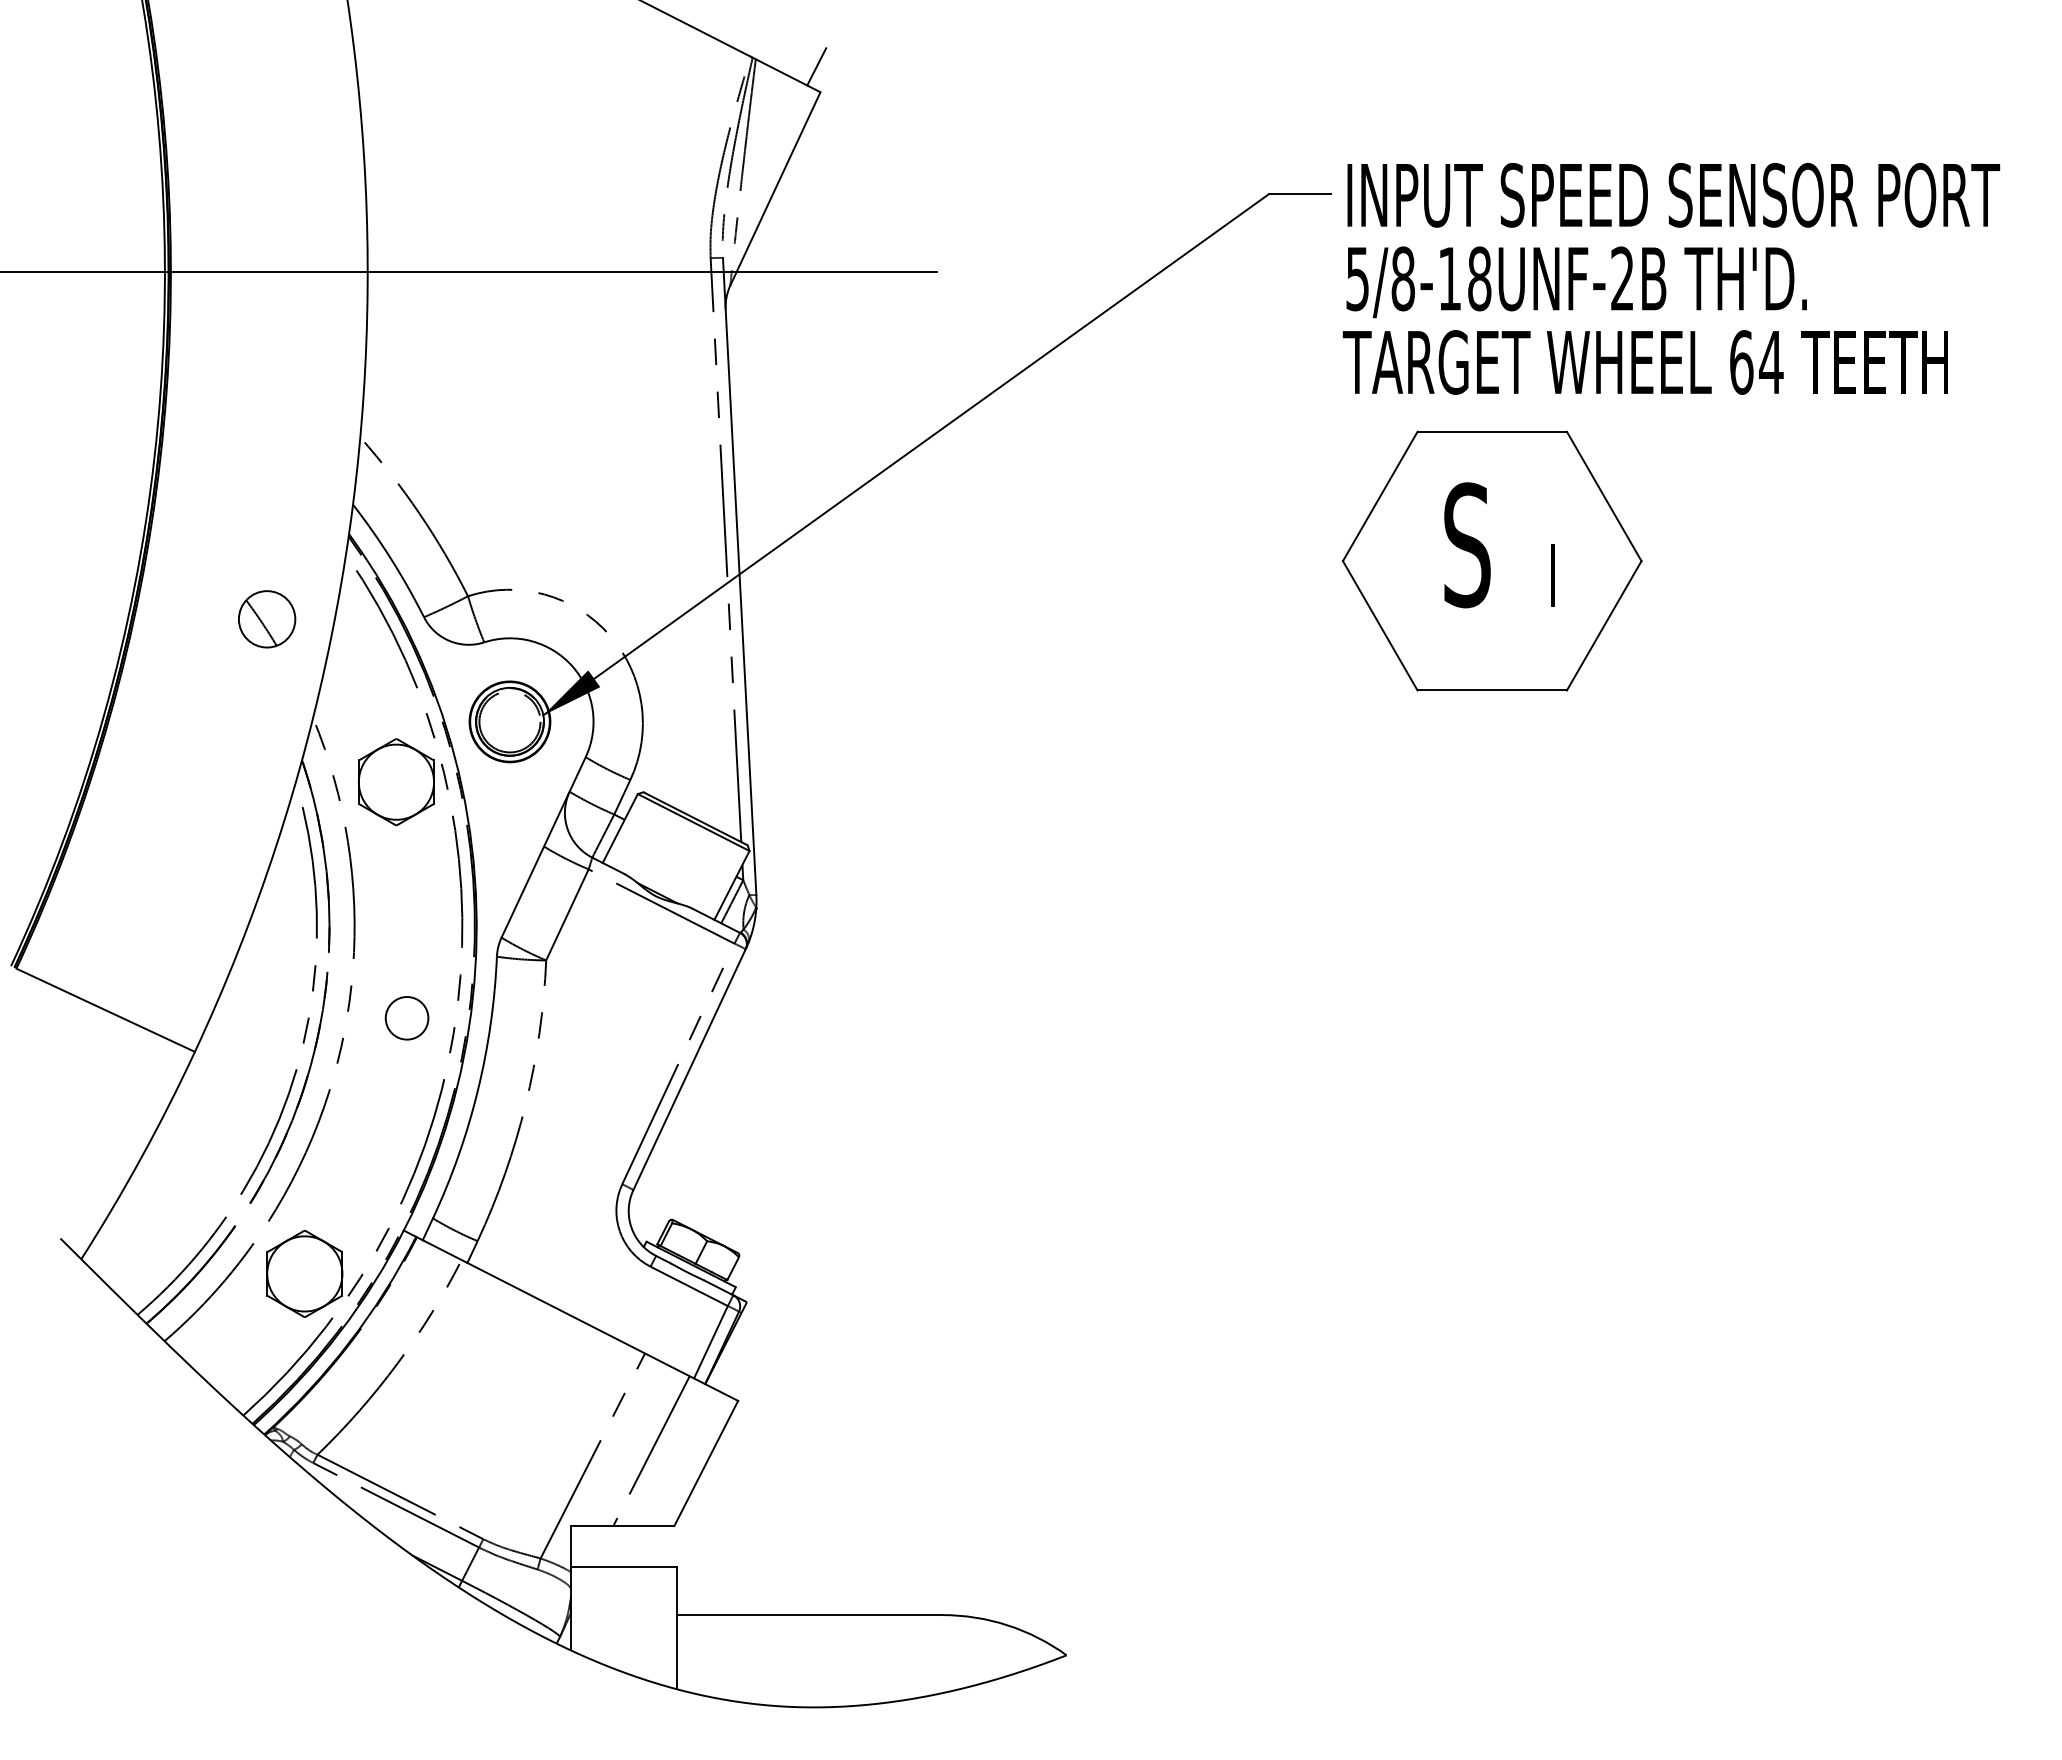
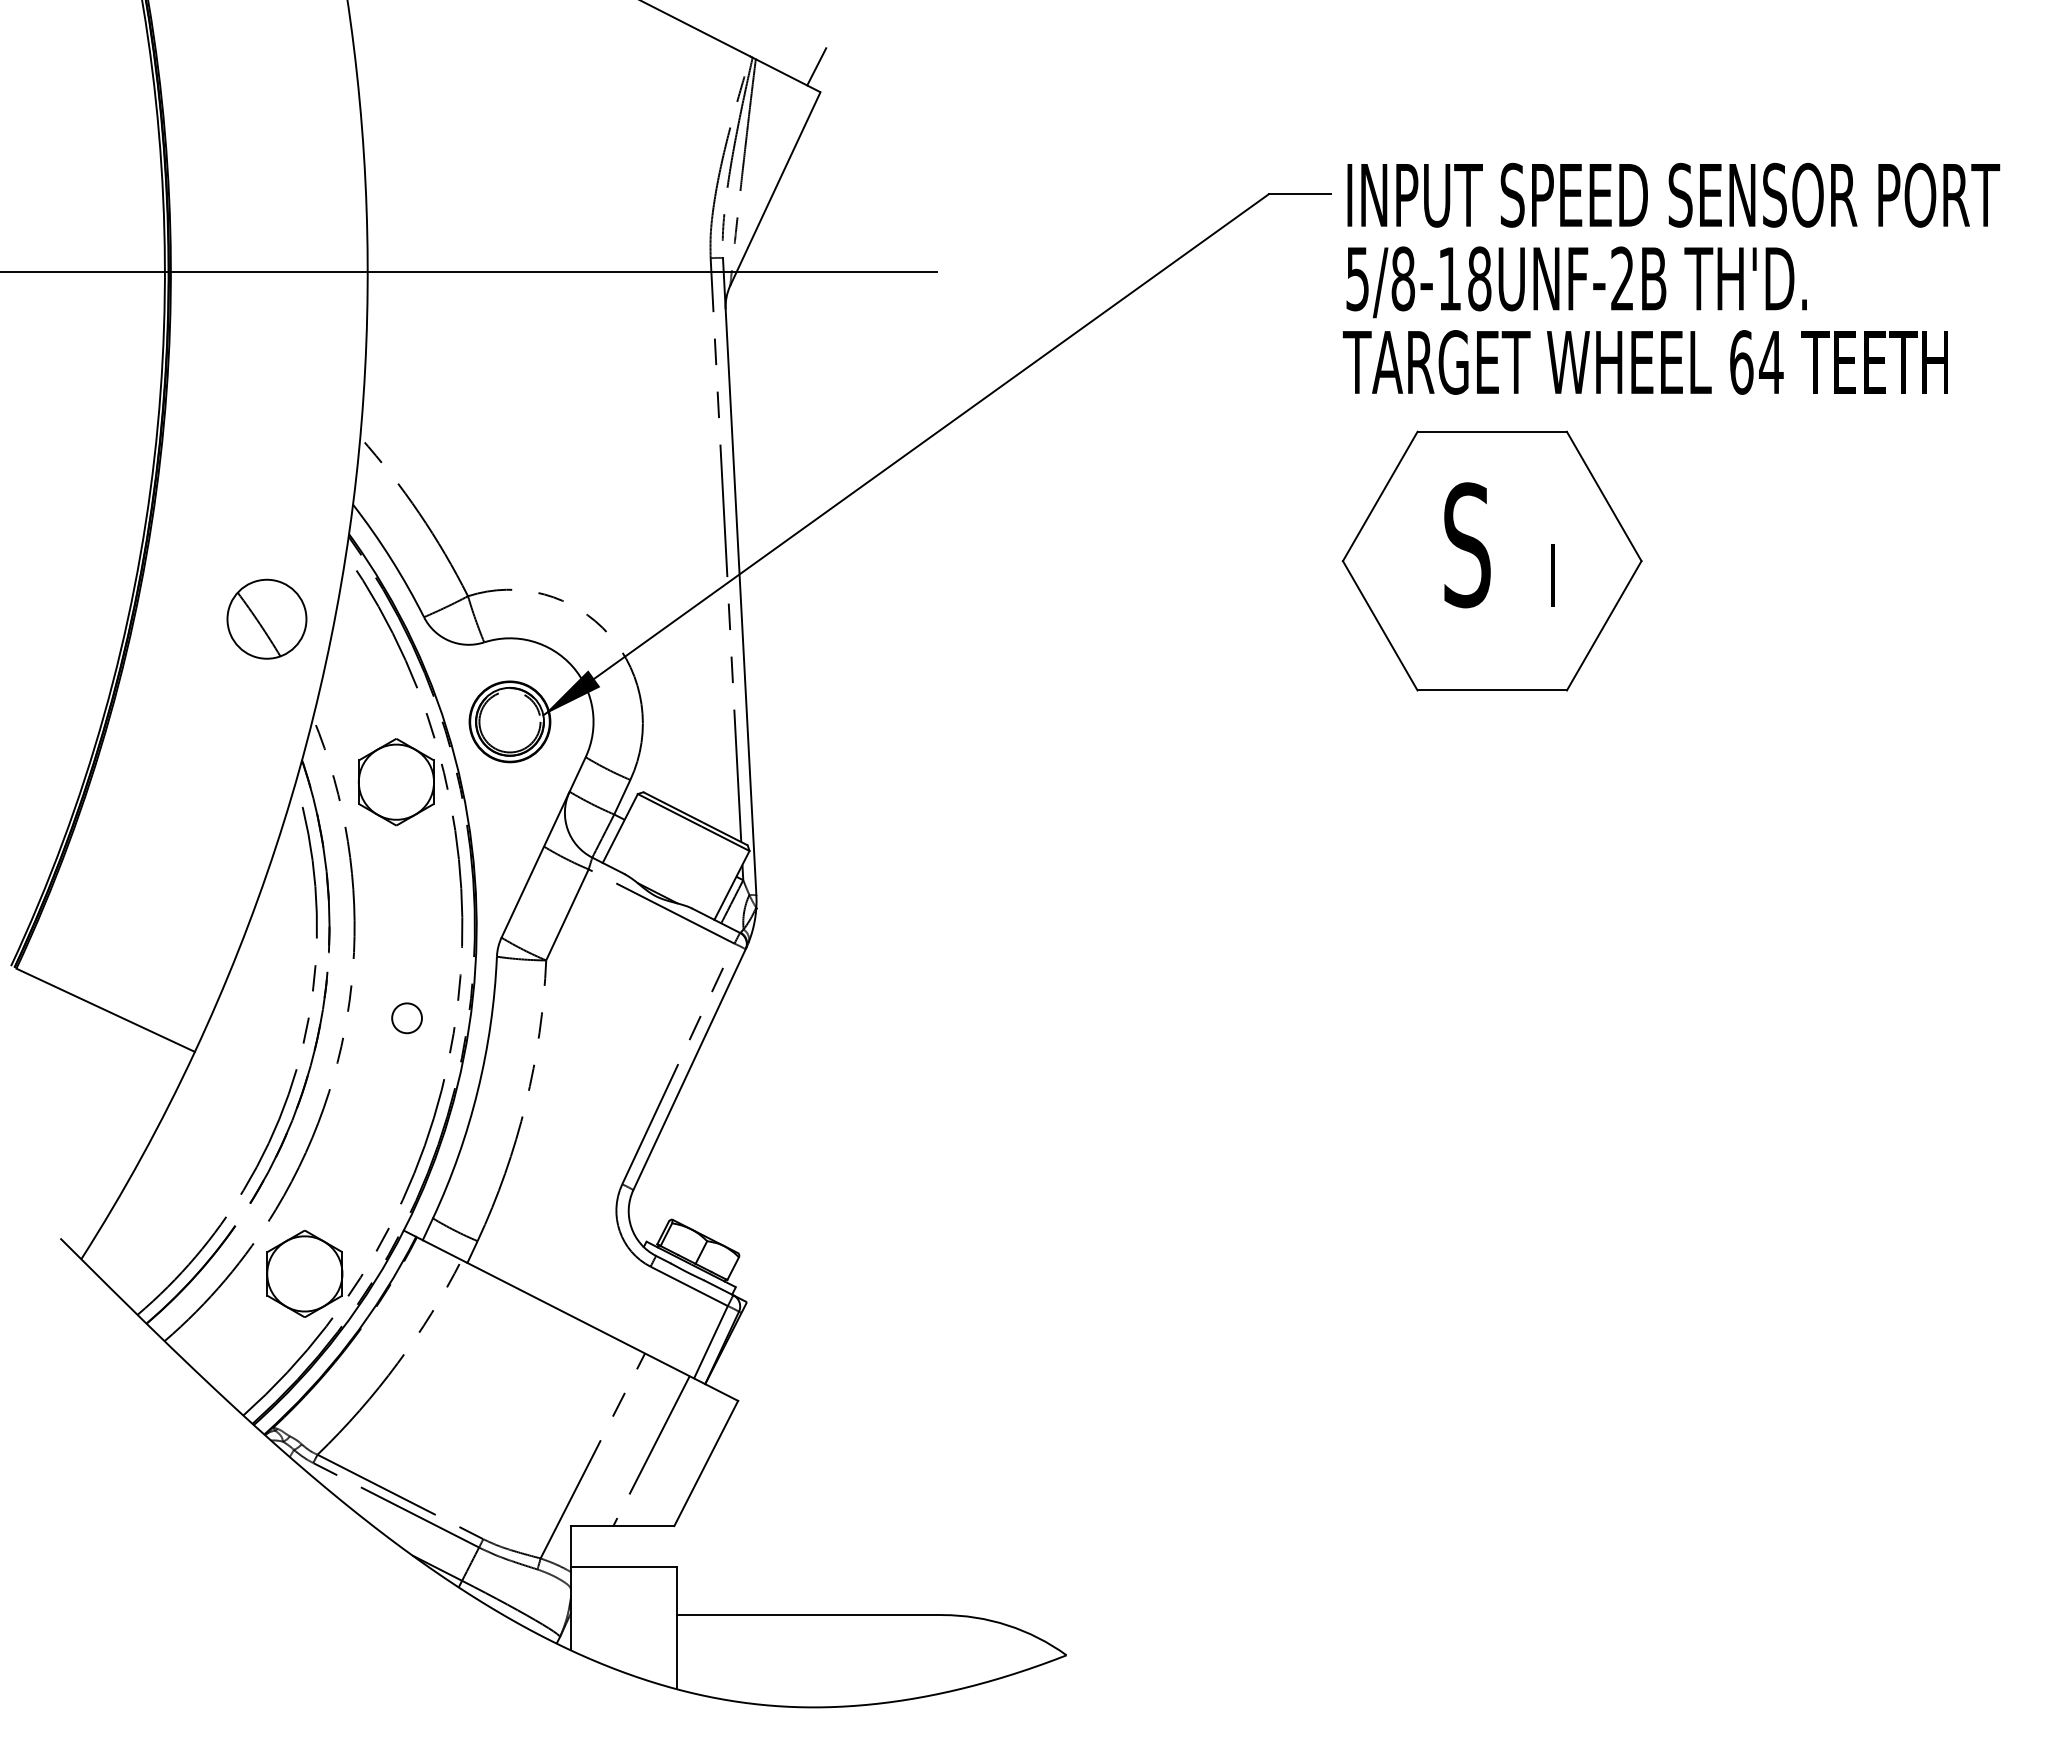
part at (267, 619) size: 59x59 px -> 82x82 px
circle at (406, 1018) diameter: 43 px -> 30 px
